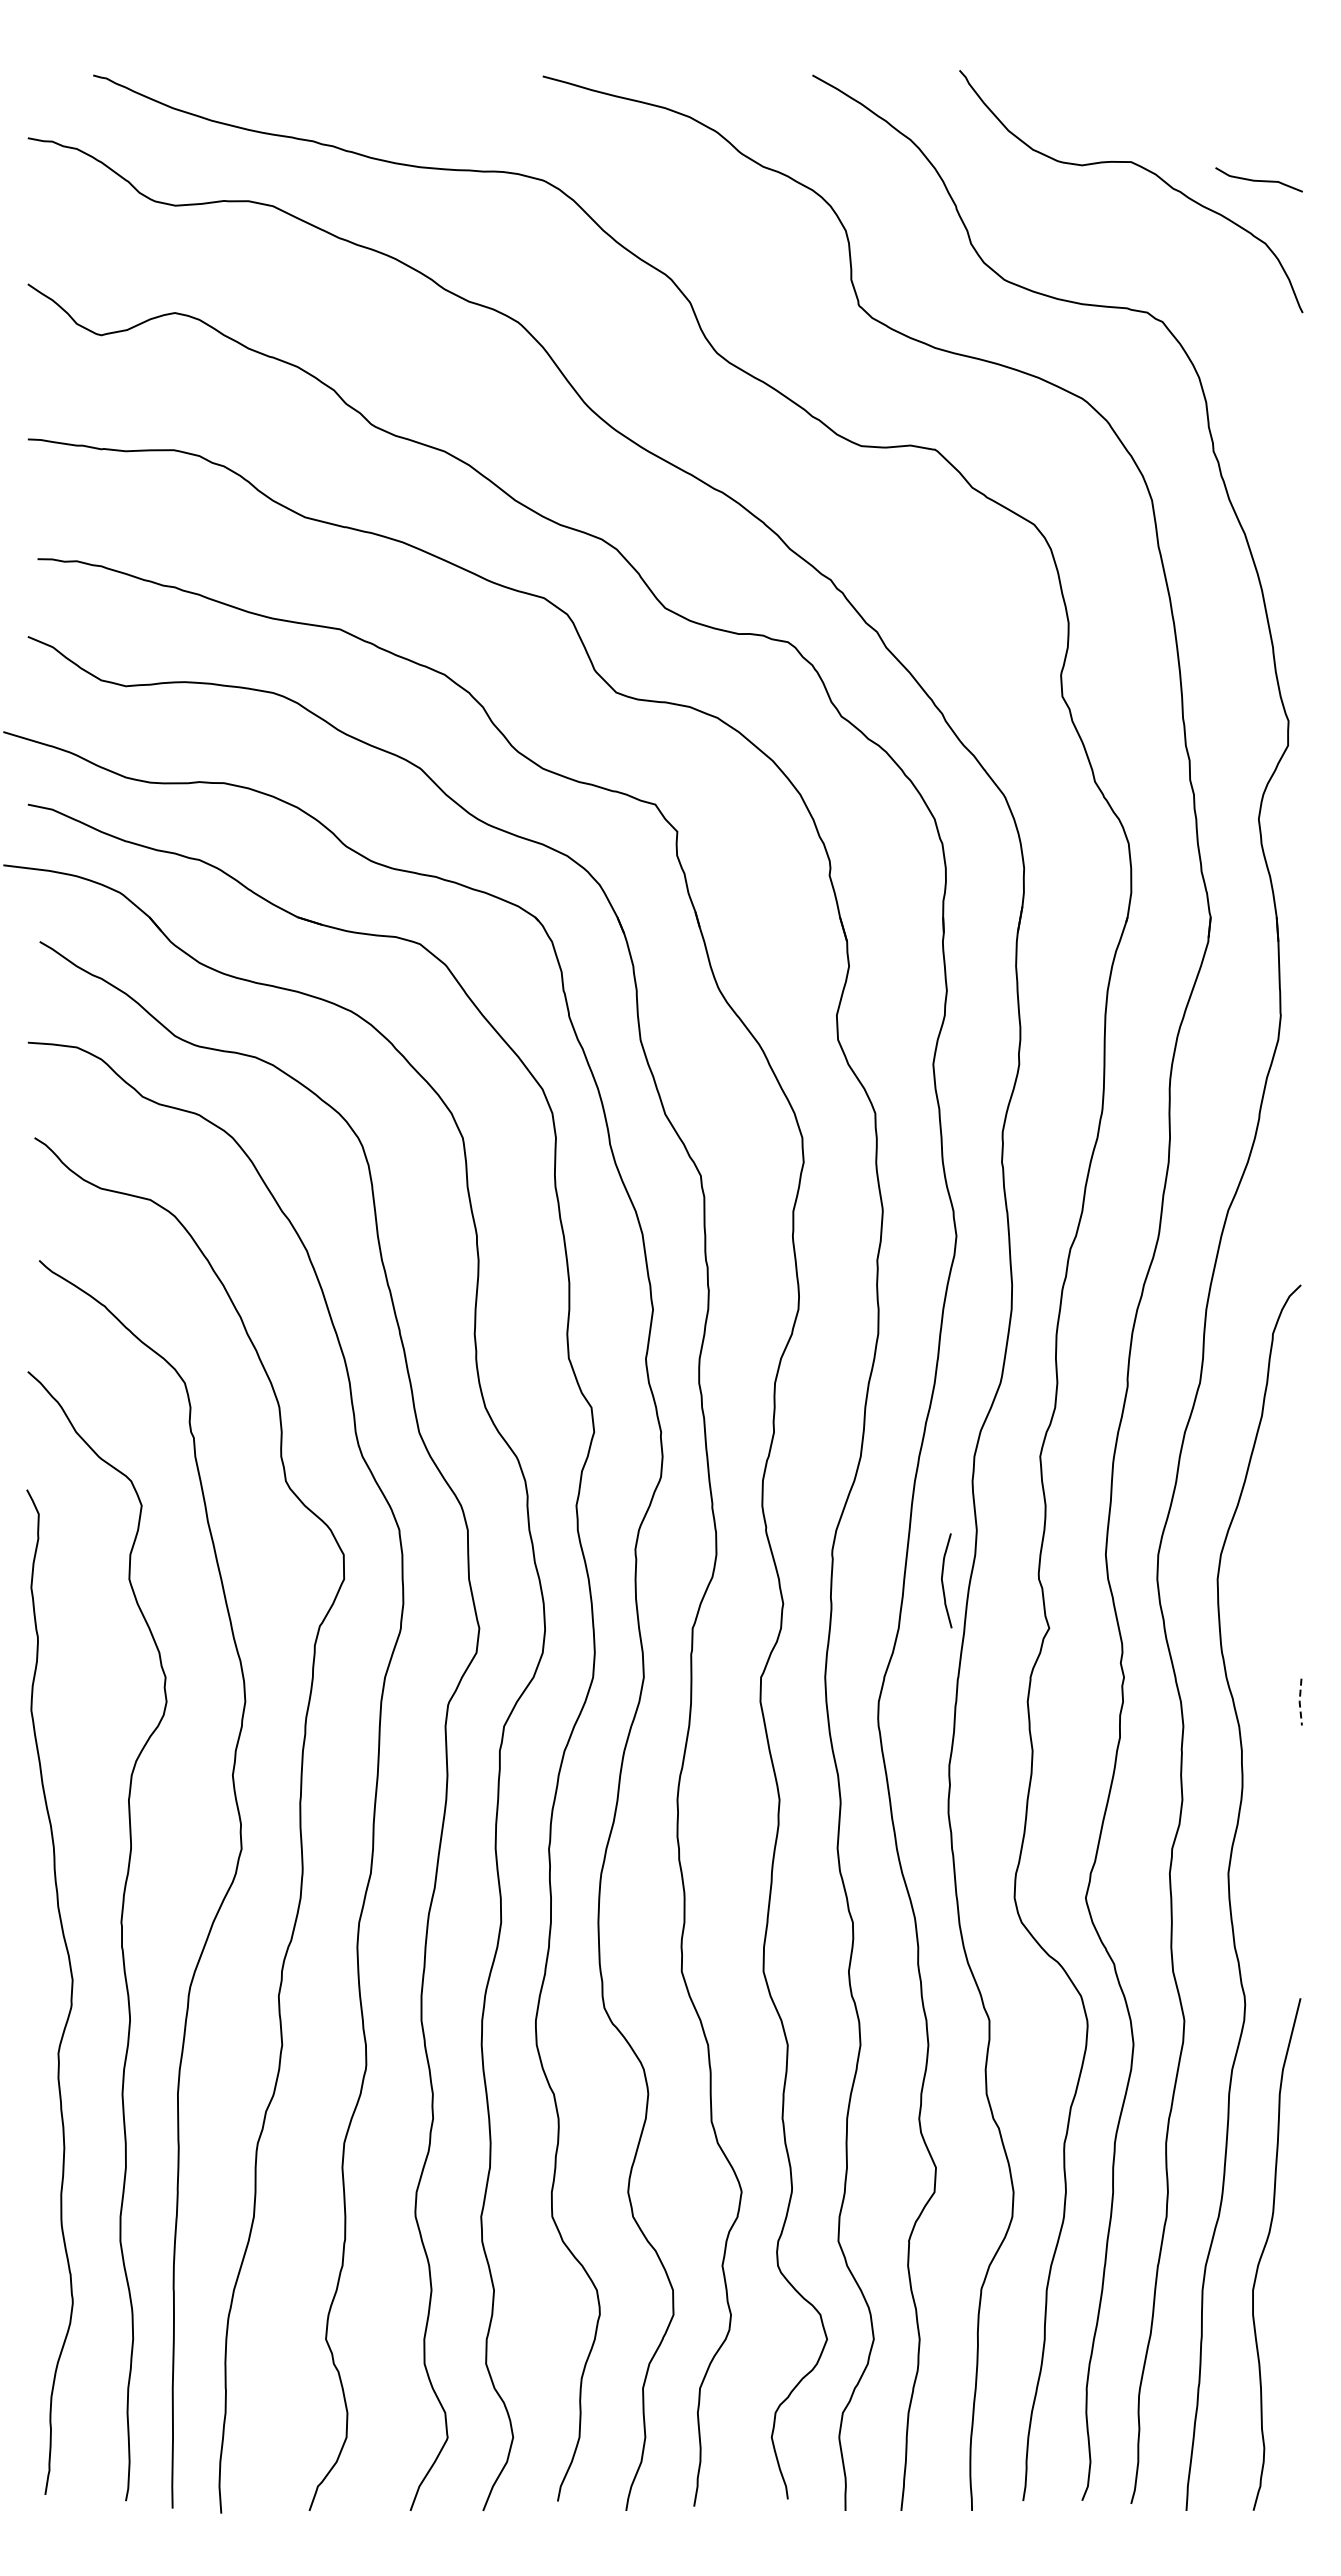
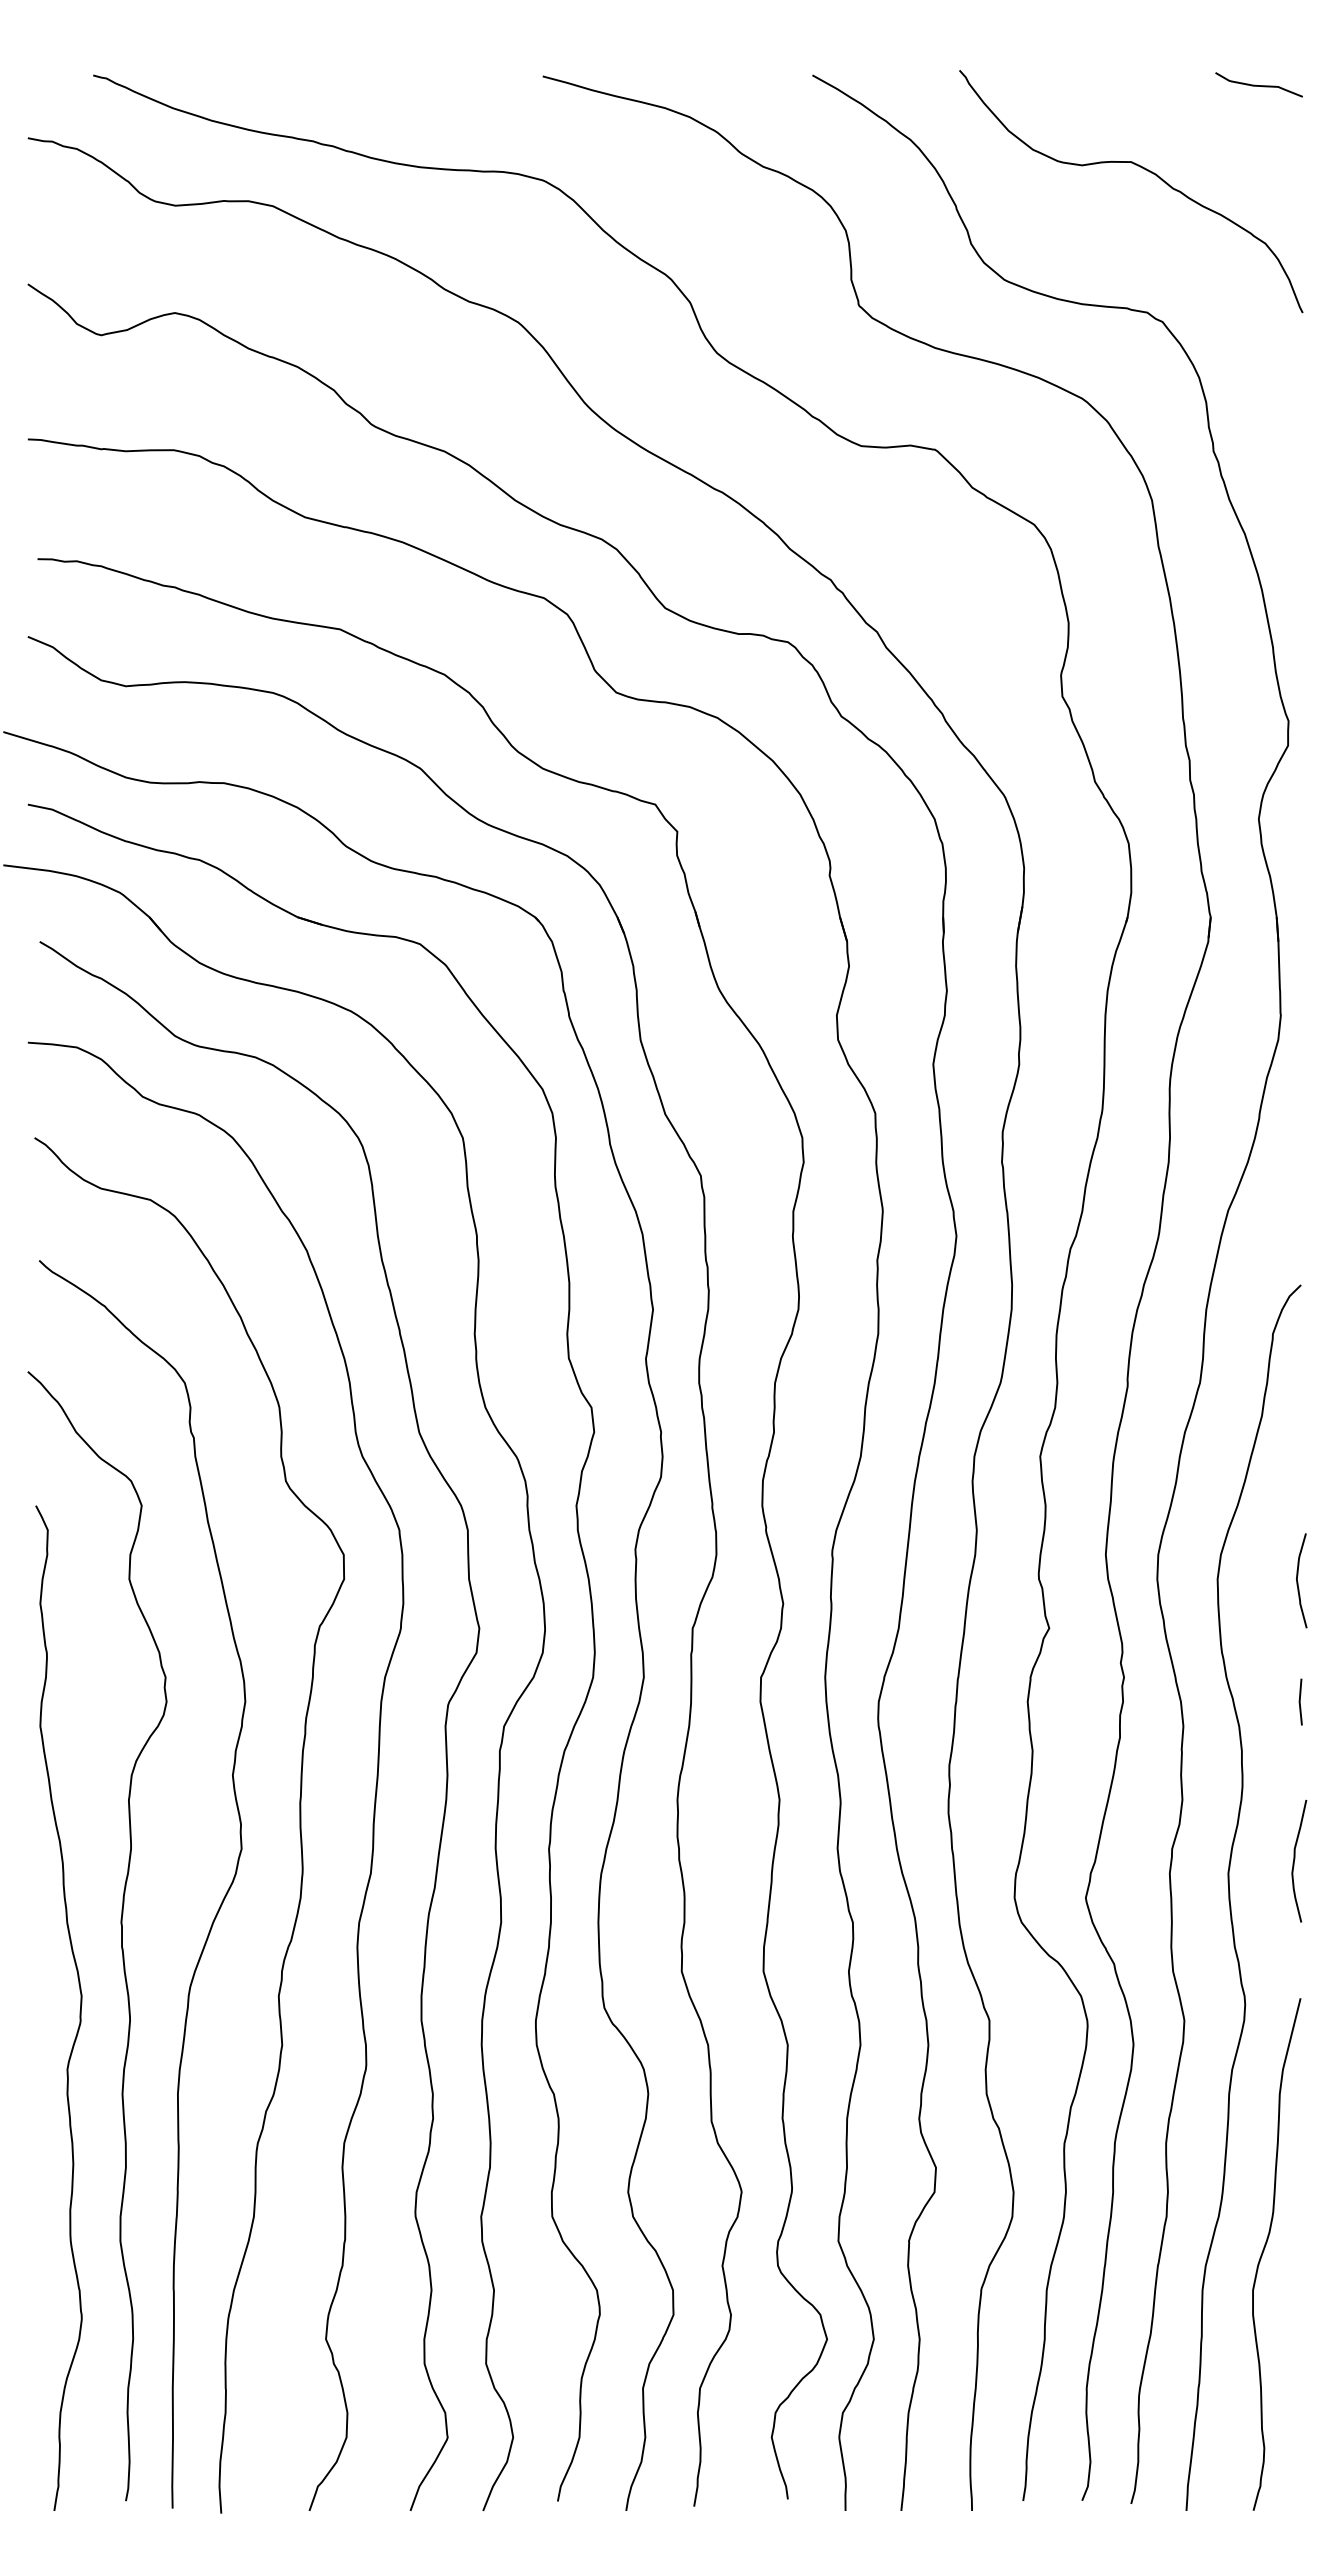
curve at (1258, 180) position: (1258, 180) -> (1258, 85)
curve at (943, 1581) position: (943, 1581) -> (1298, 1581)
line at (1299, 1701): dashed -> solid
curve at (1295, 1859): none -> present
curve at (70, 1995) position: (70, 1995) -> (79, 2011)
